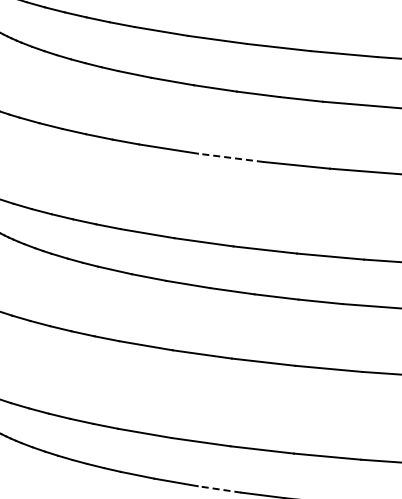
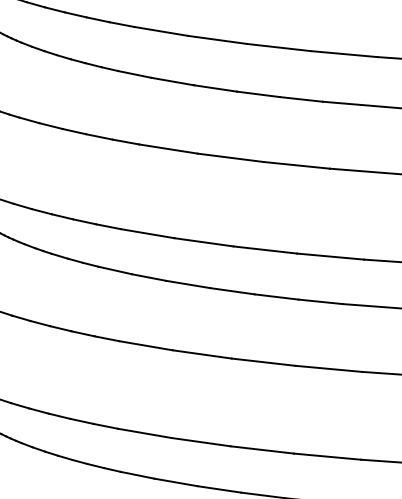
line at (230, 157): dashed -> solid
line at (219, 489): dashed -> solid
